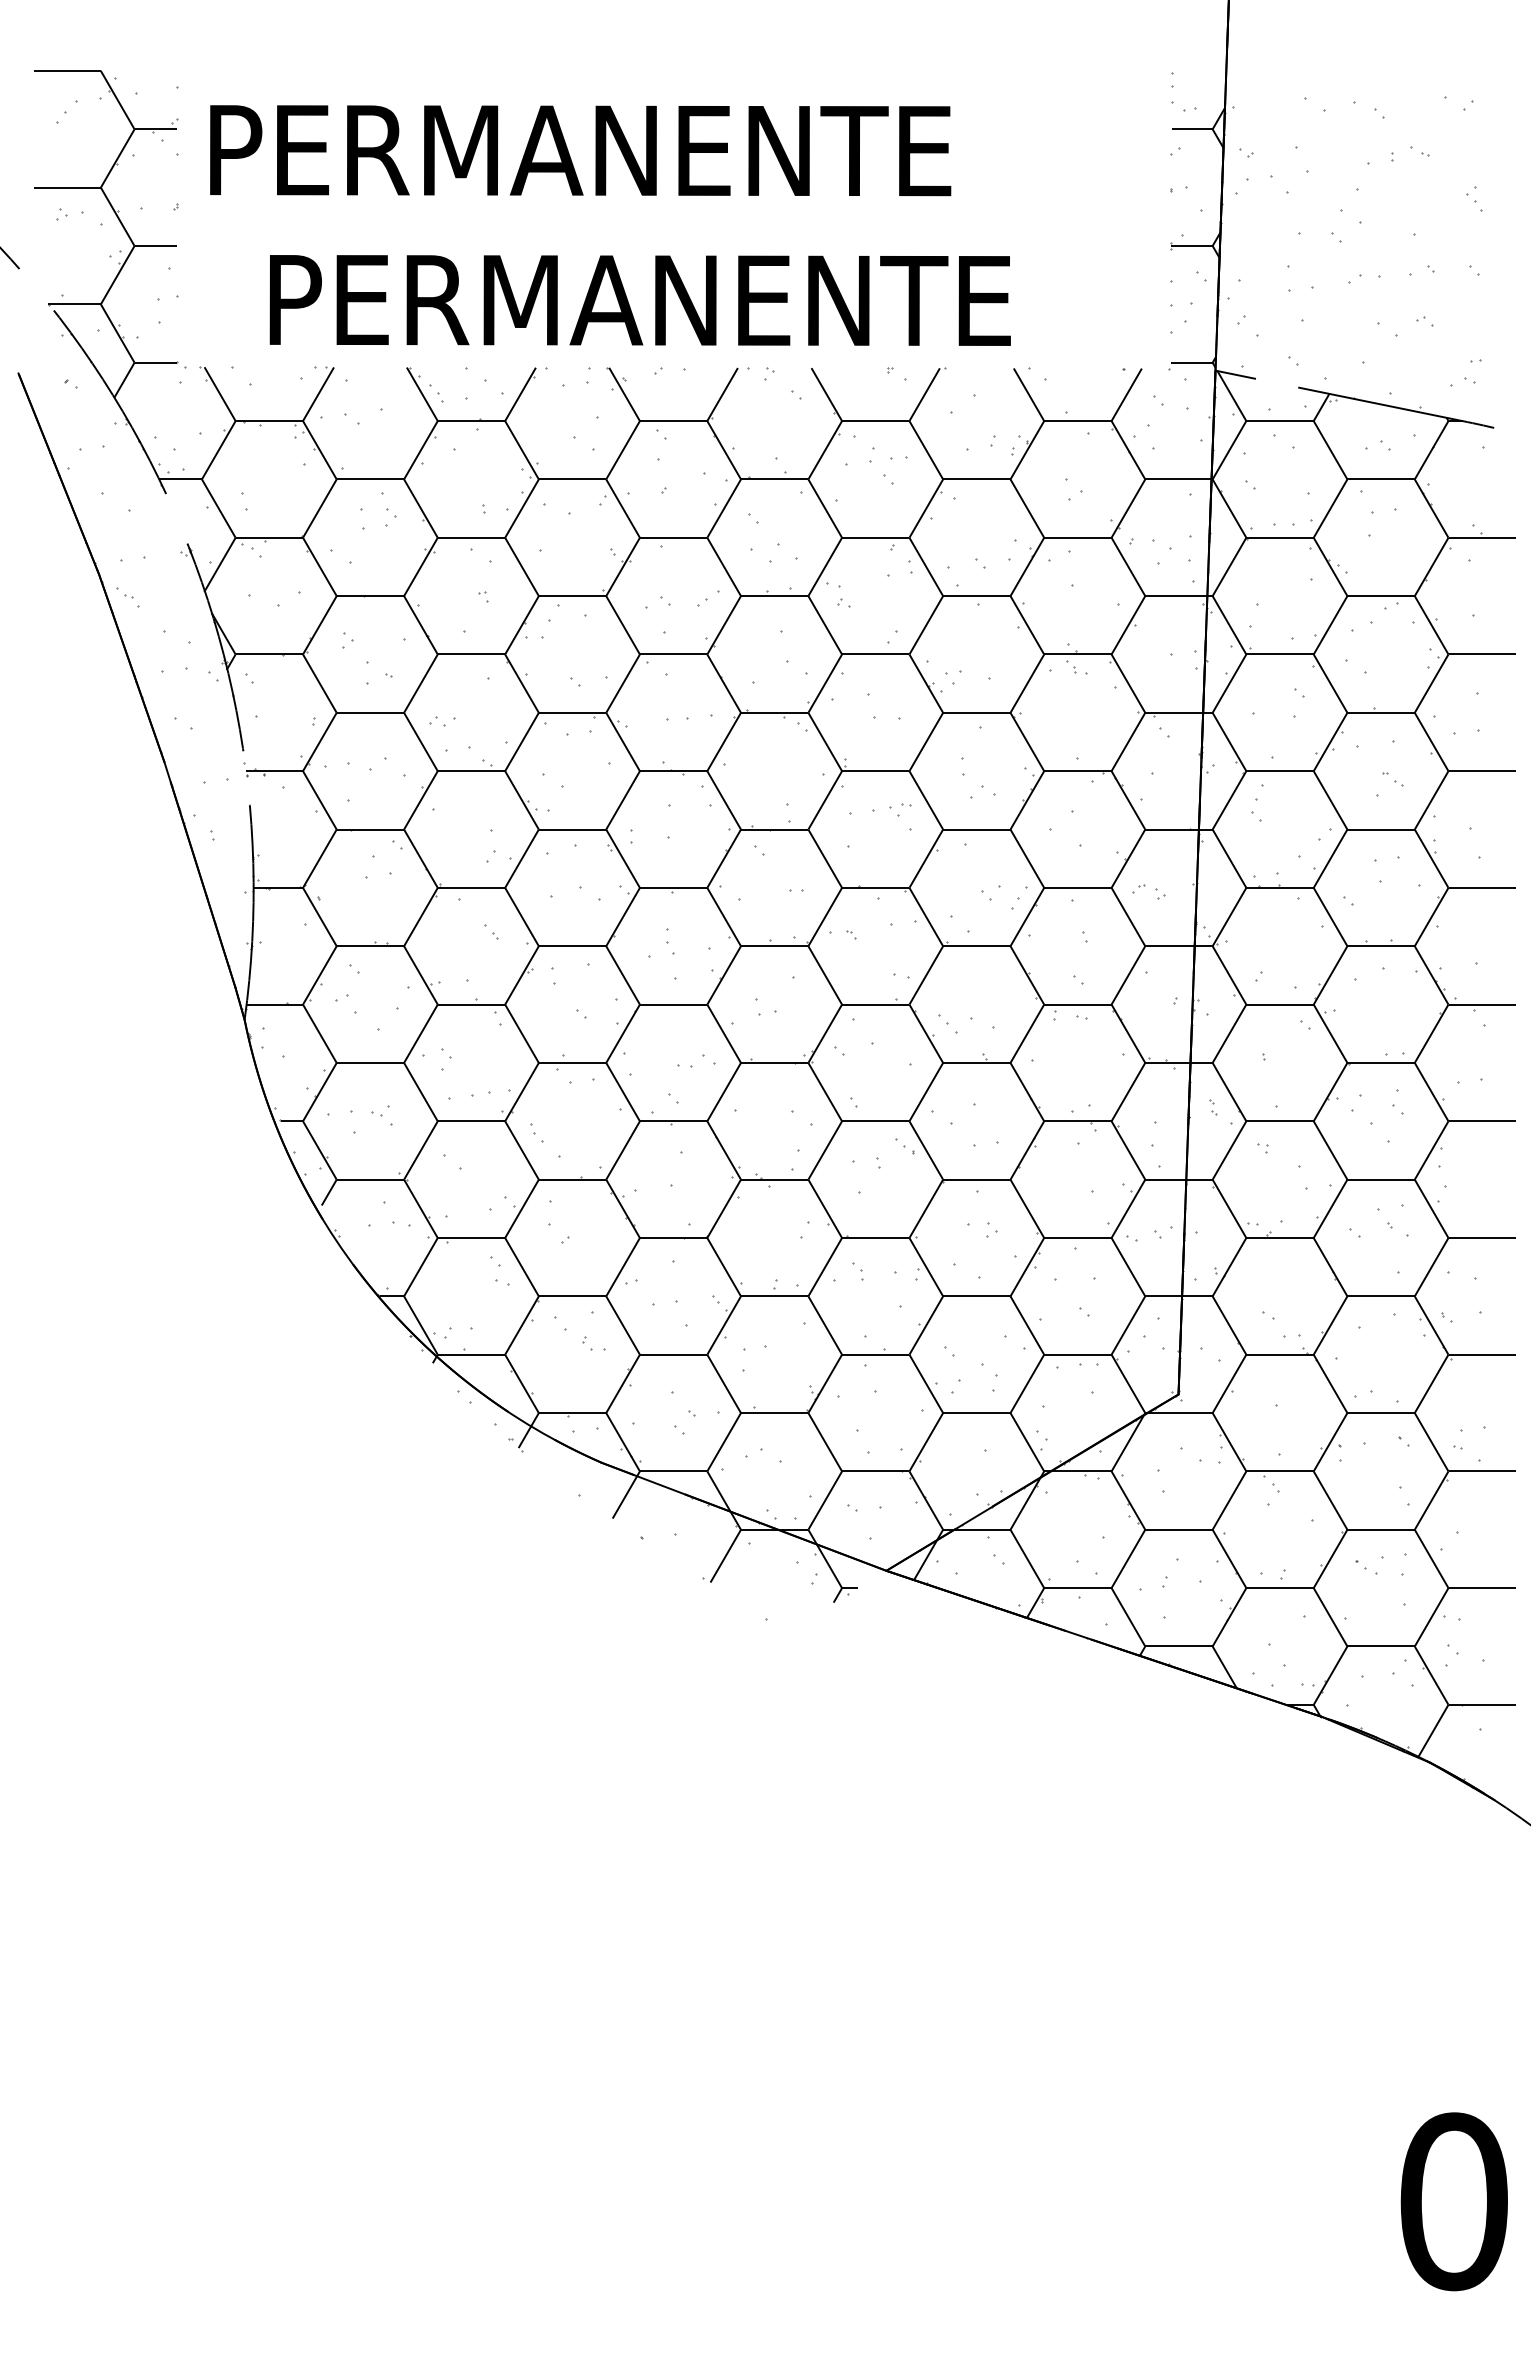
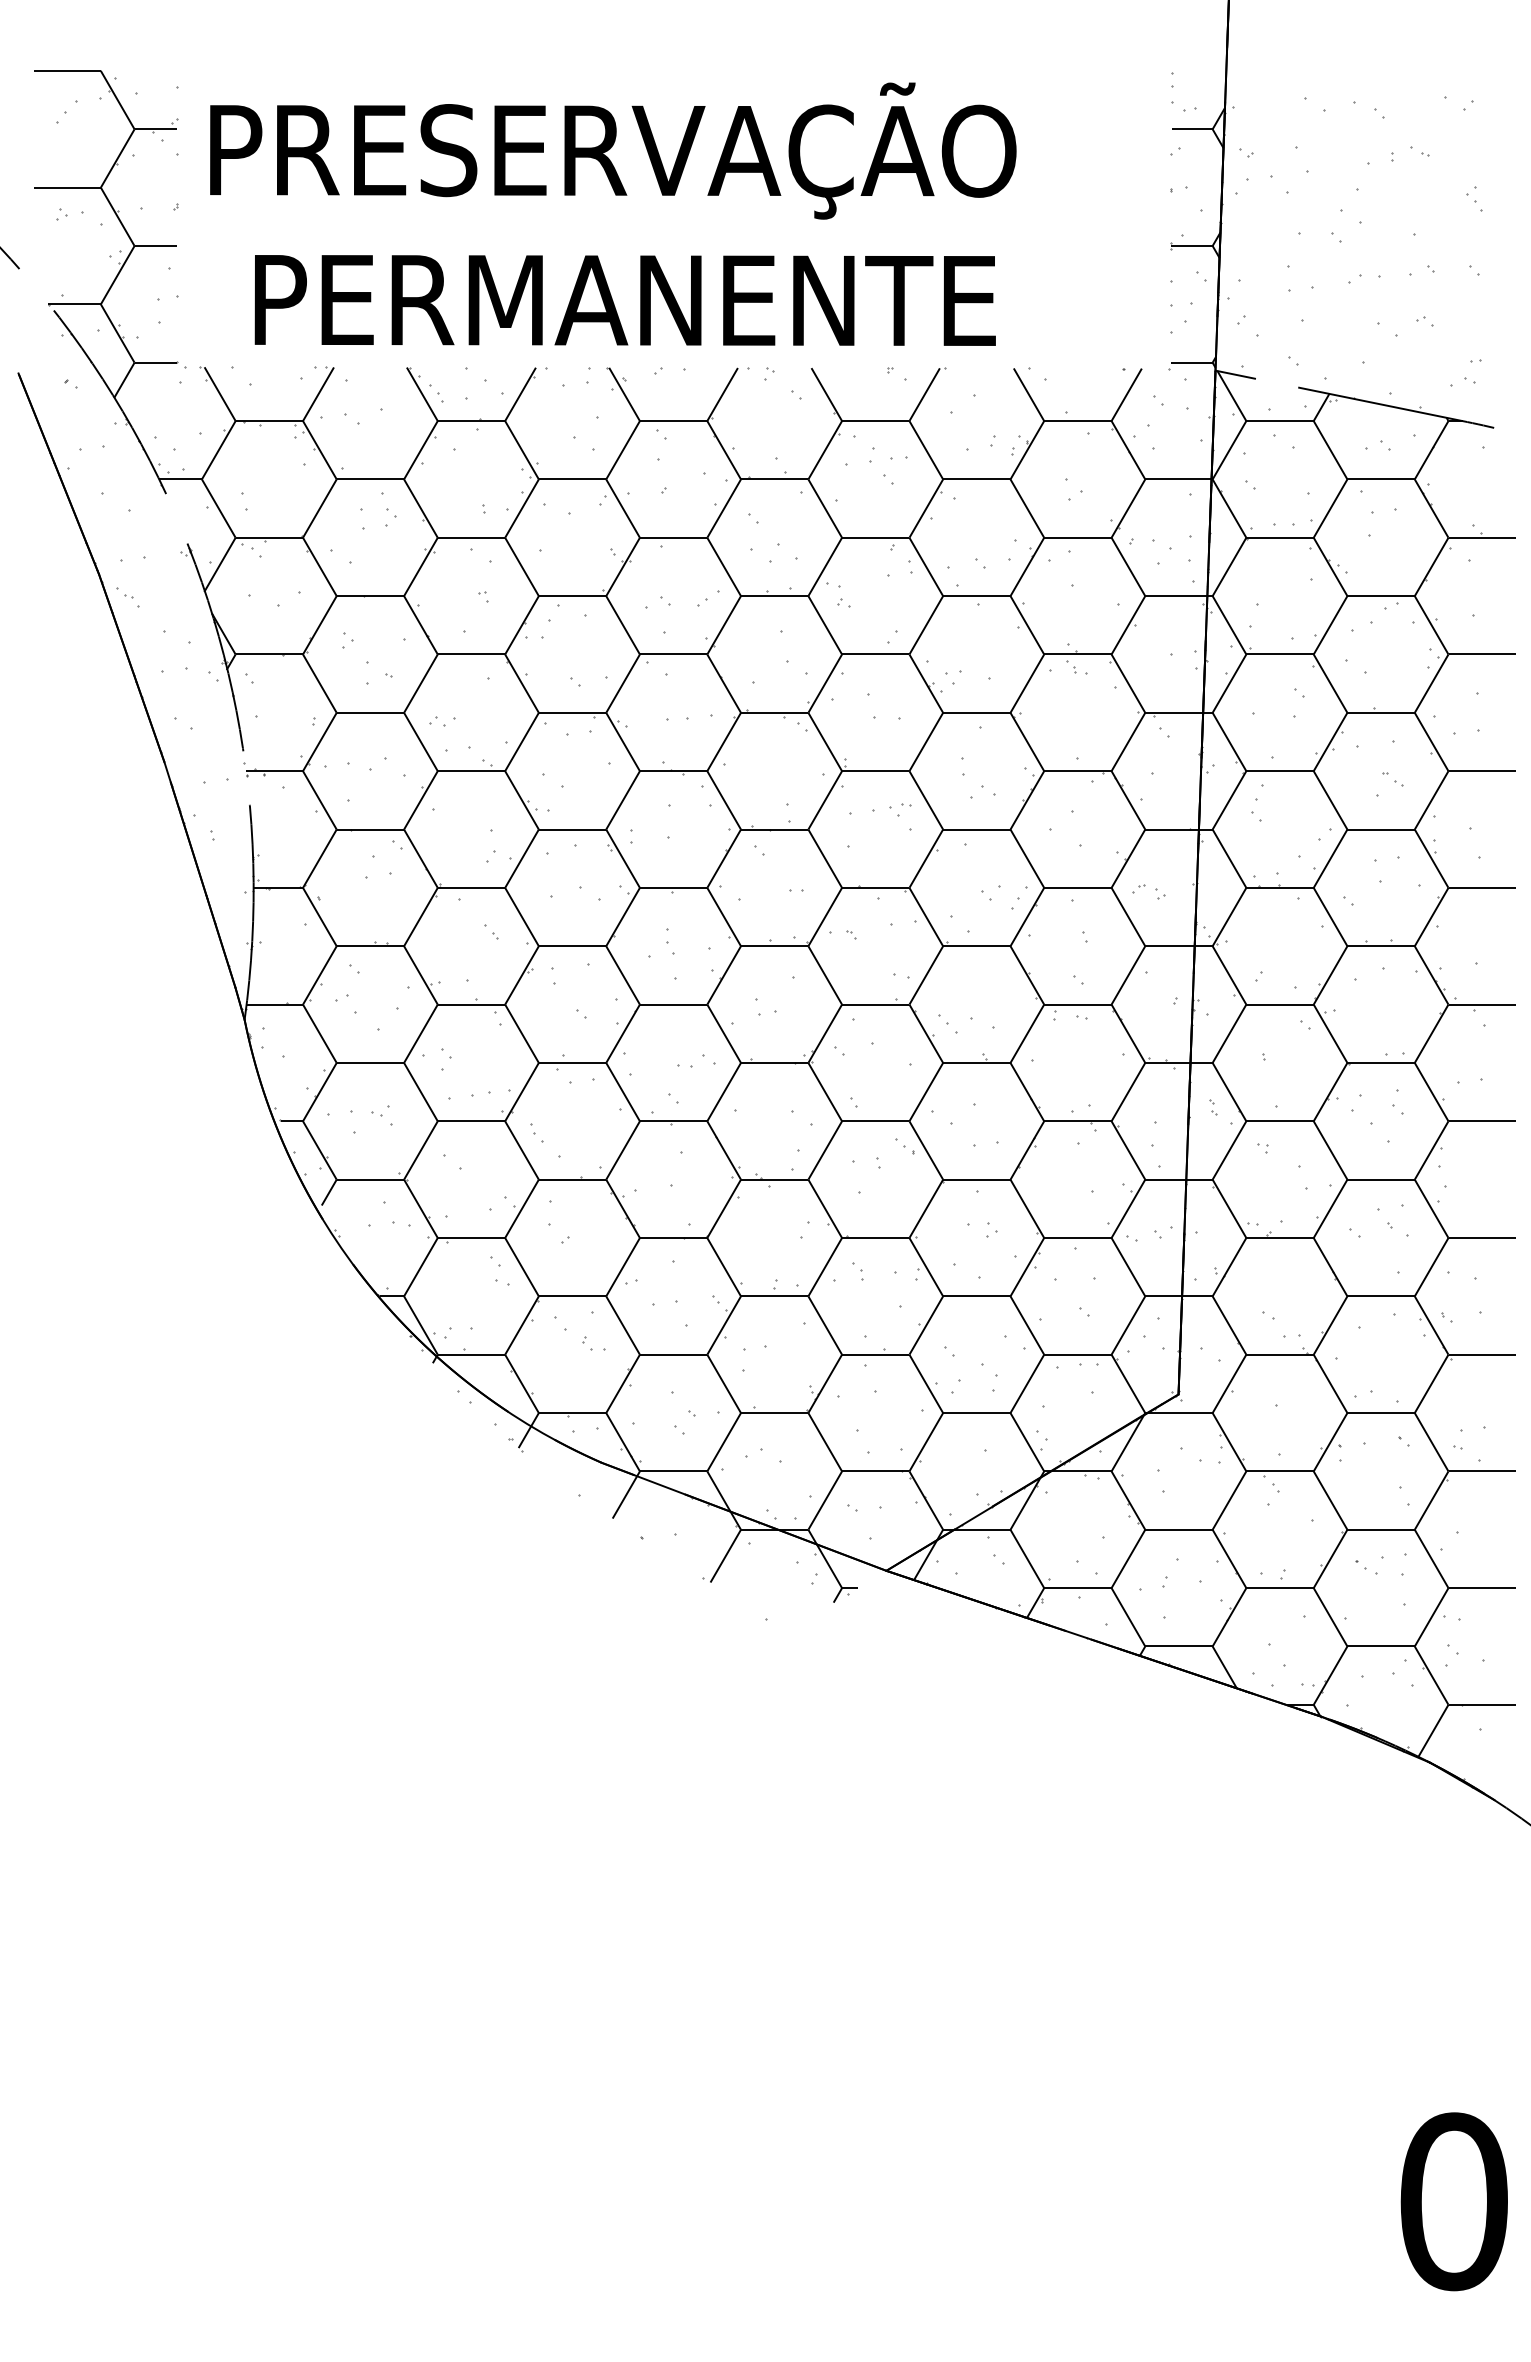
text at (652, 150): PERMANENTE -> PRESERVAÇÃO
text at (639, 300) position: (639, 300) -> (624, 300)
